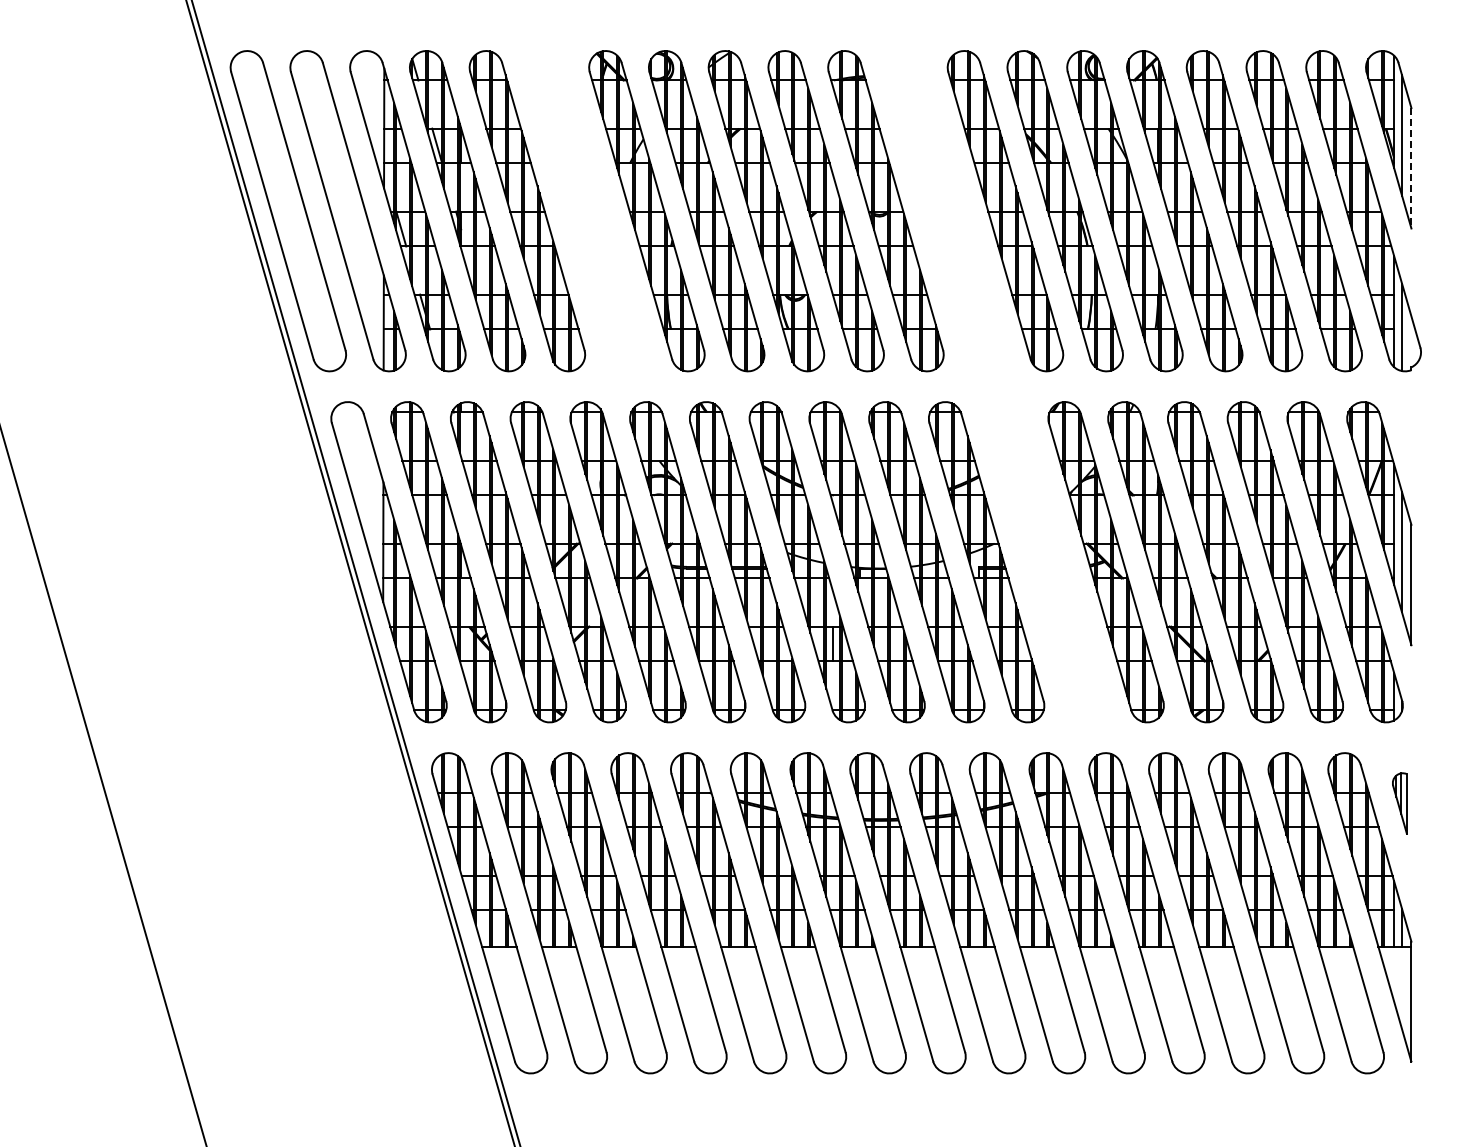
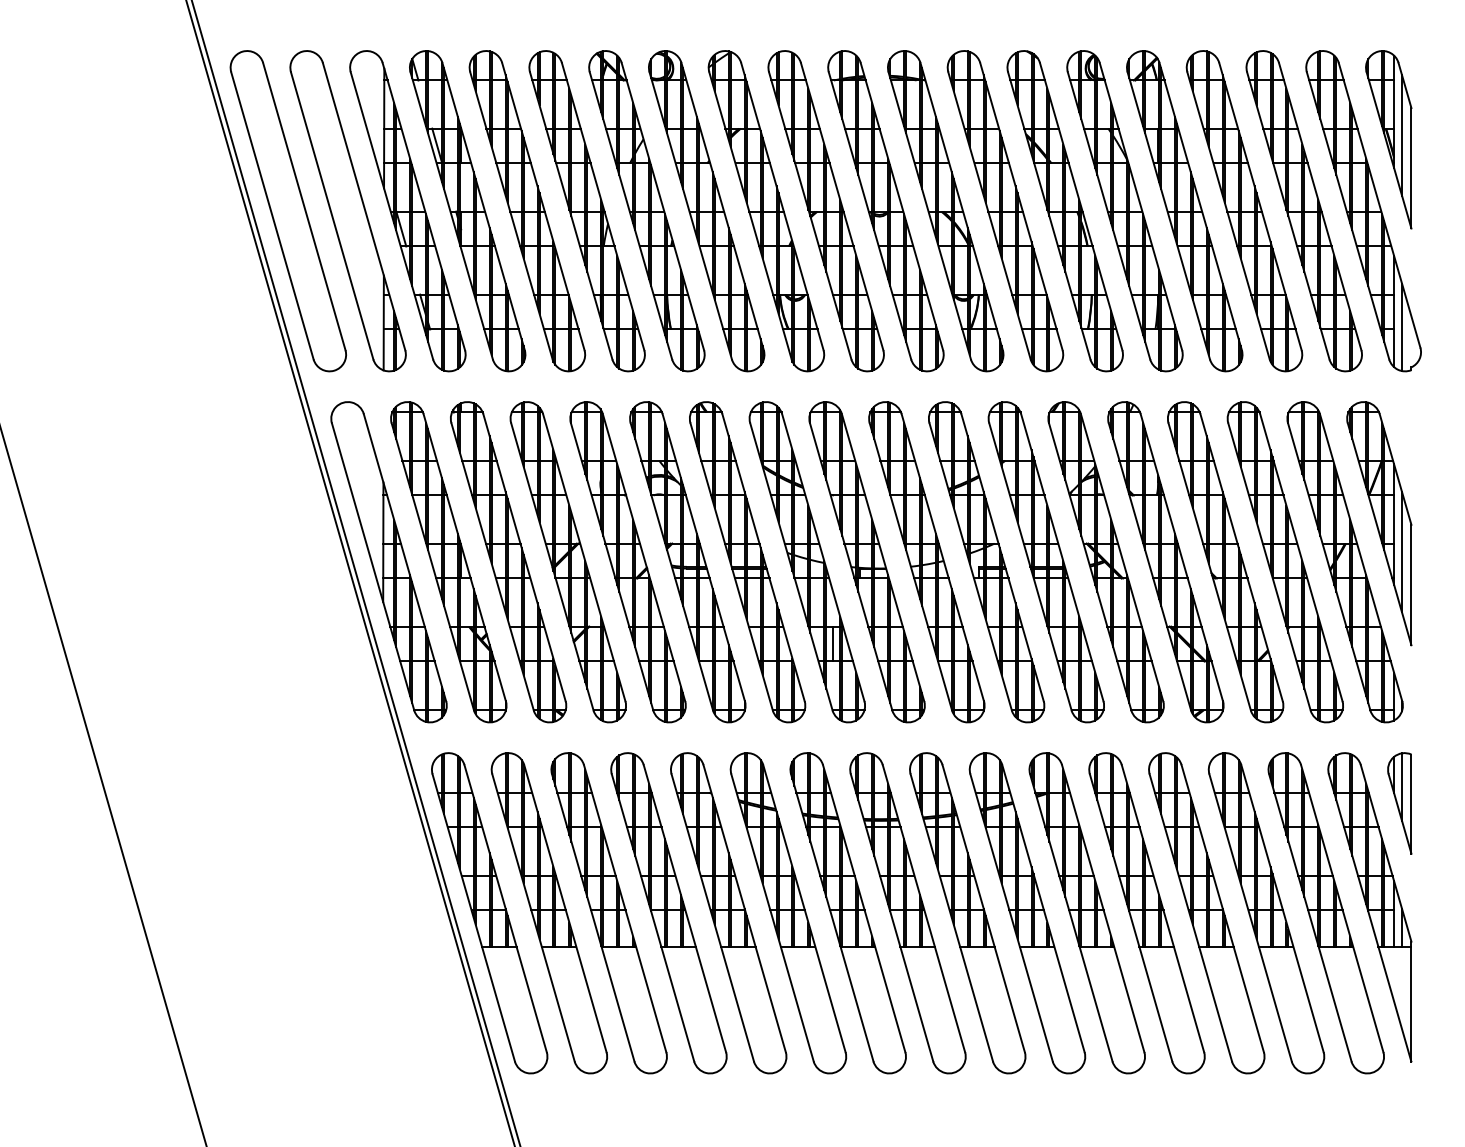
line at (1411, 168): dashed -> solid
part at (586, 211): none -> present
part at (945, 211): none -> present
part at (1045, 562): none -> present
part at (1399, 803) size: 16x63 px -> 26x103 px
